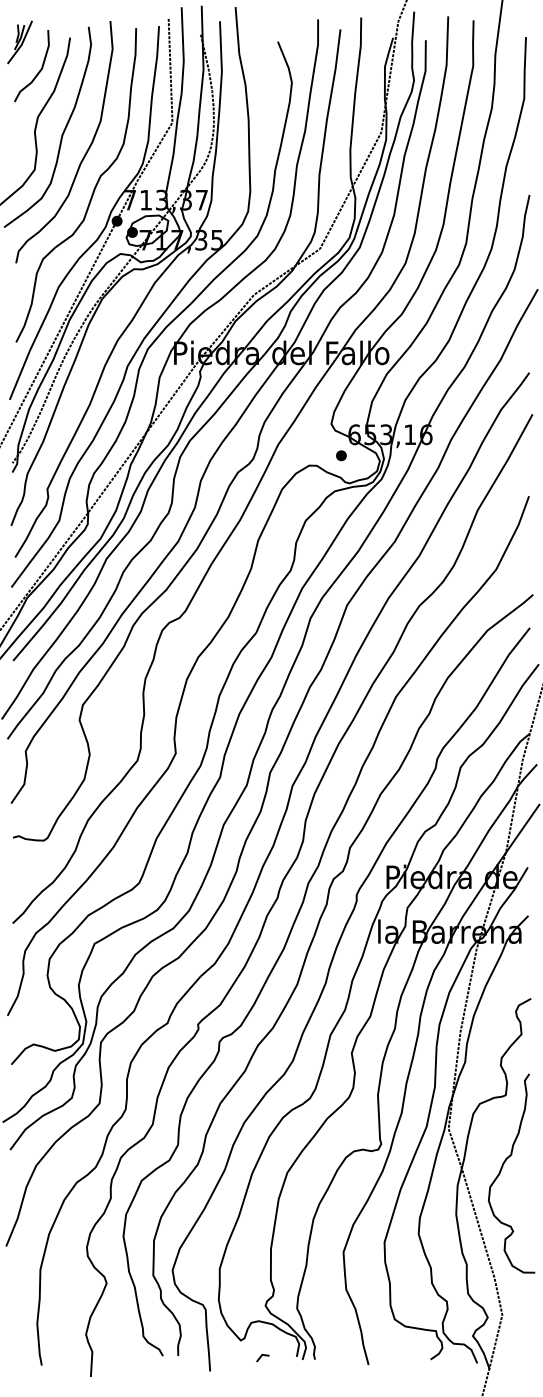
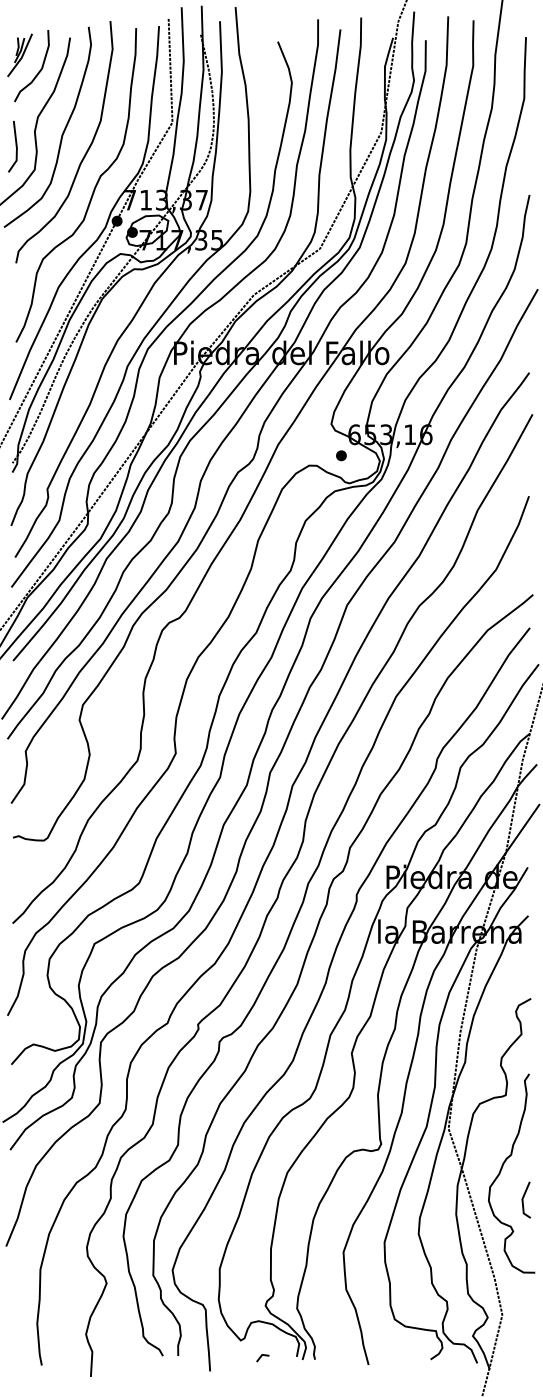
part at (19, 42) position: (19, 42) -> (19, 55)
line at (15, 146): none -> present
line at (523, 1199): none -> present
